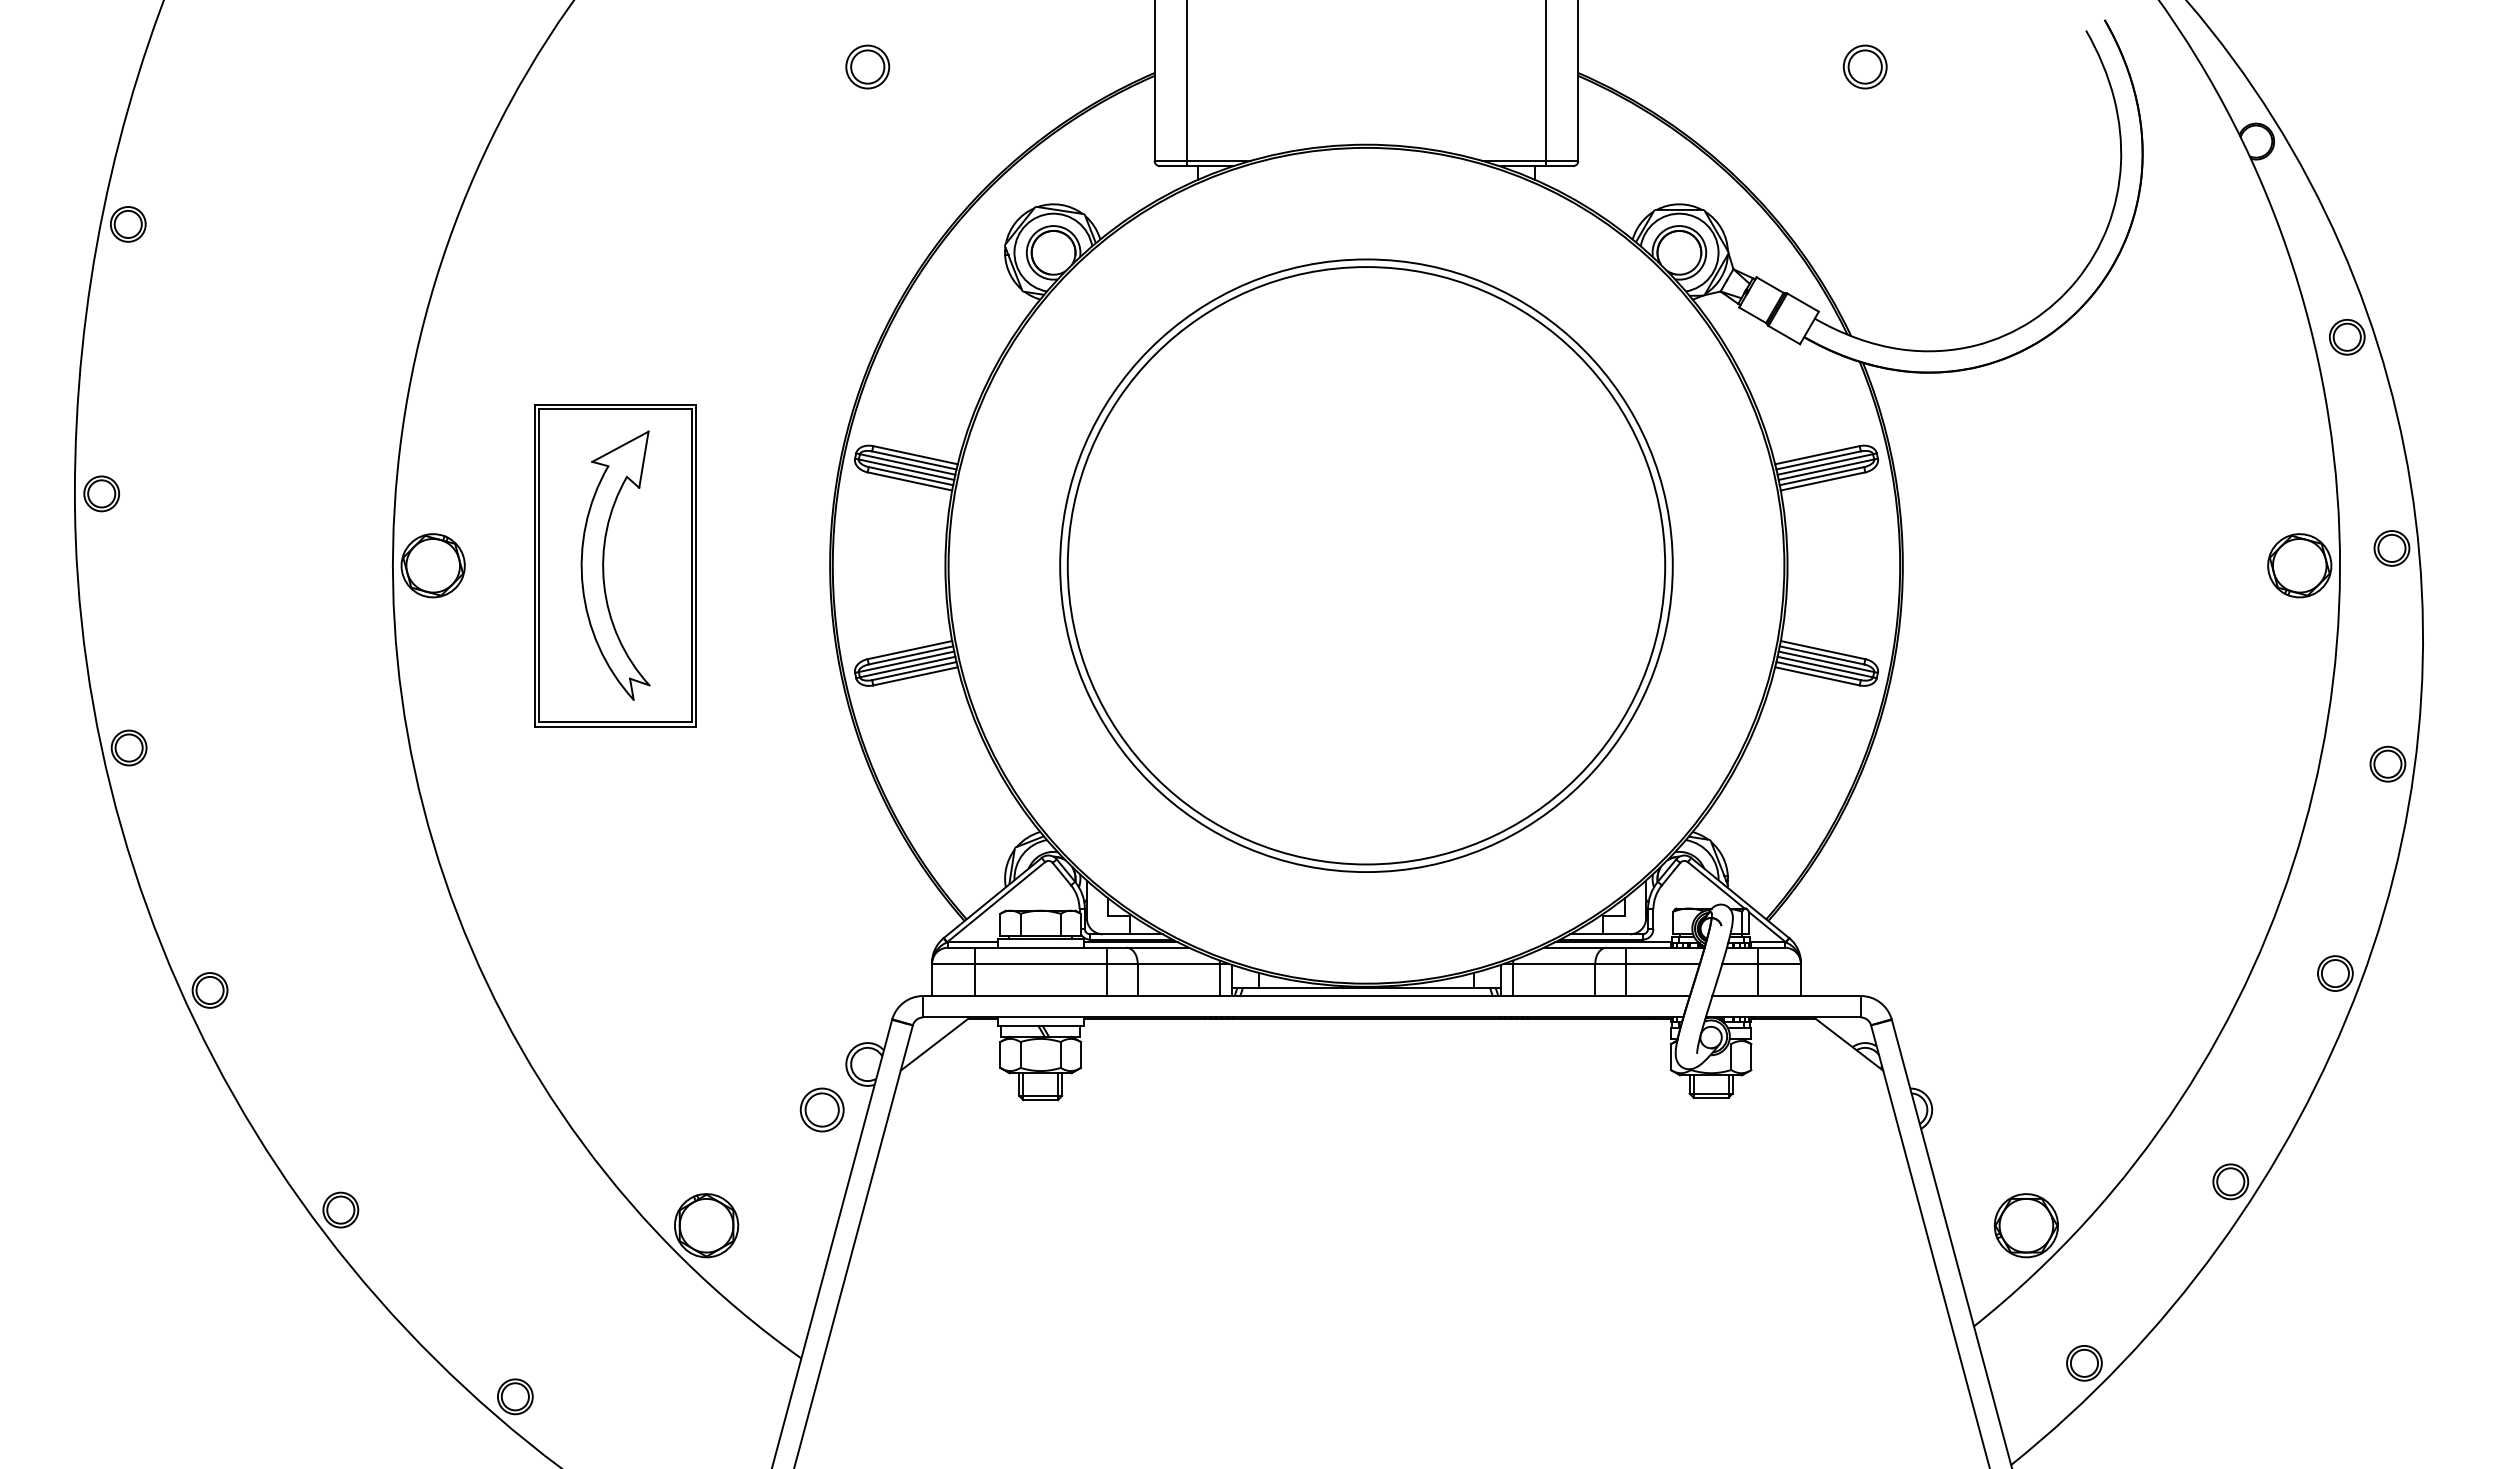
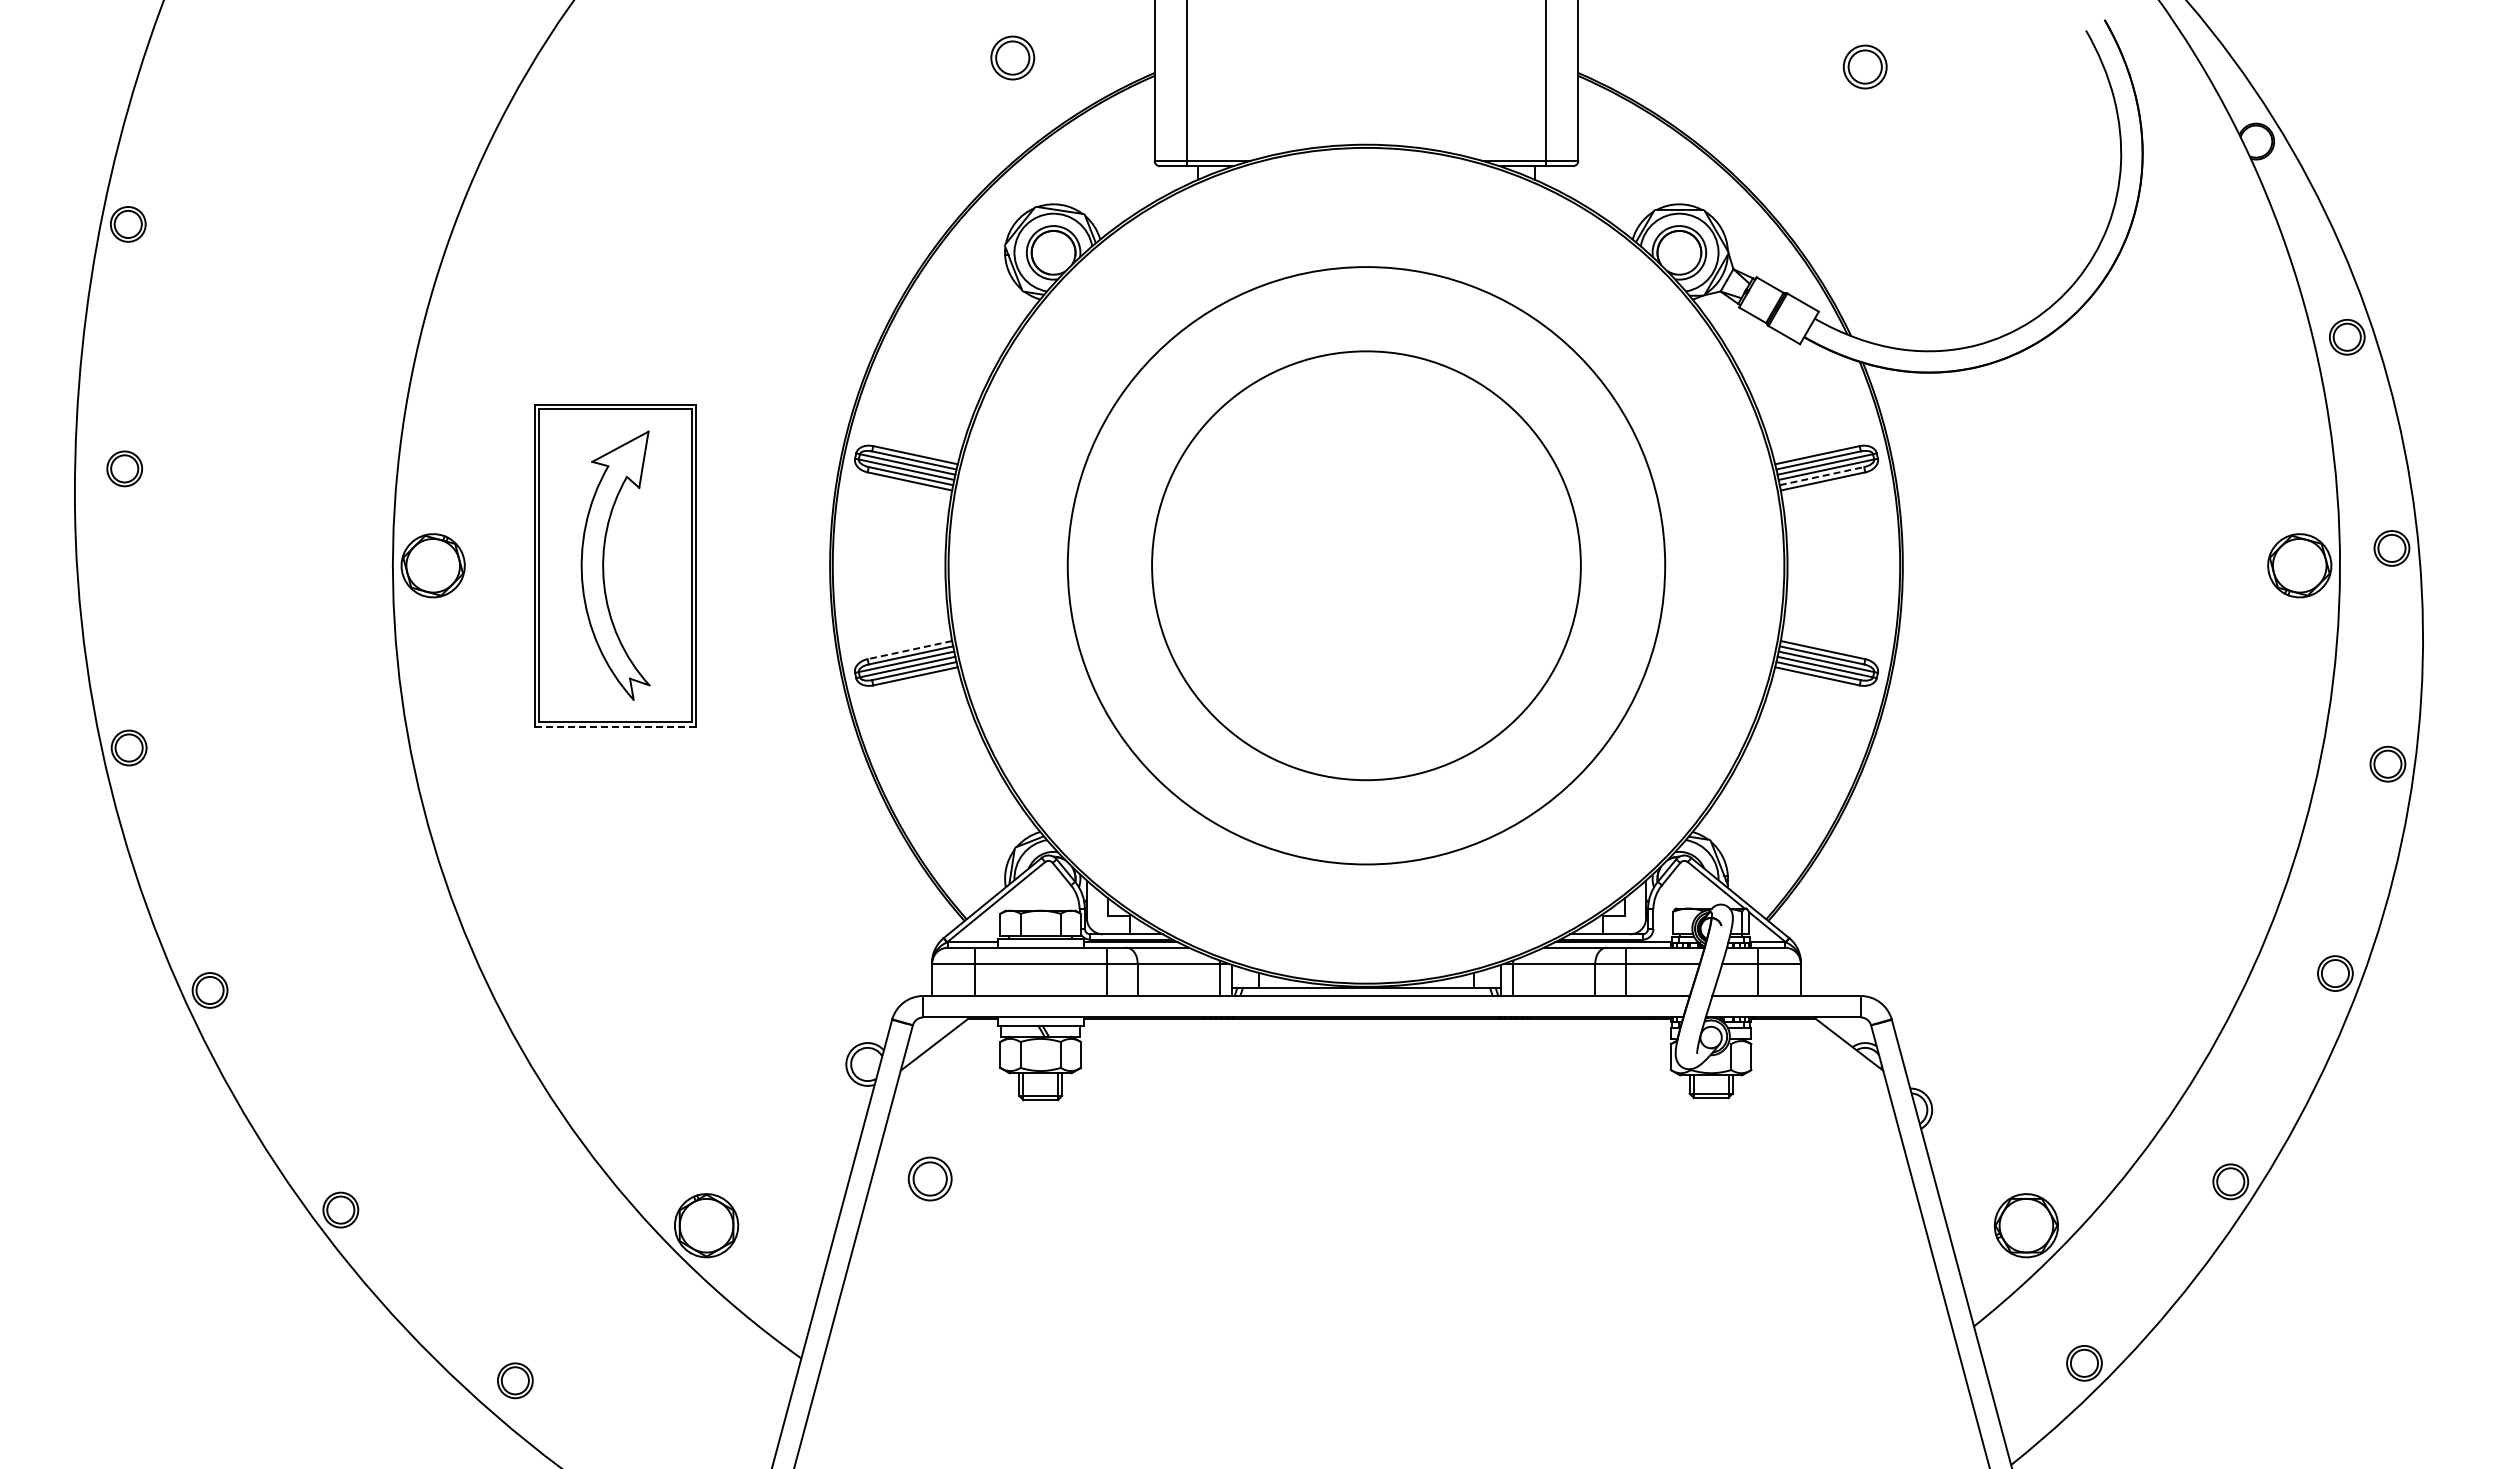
part at (867, 66) position: (867, 66) -> (1012, 57)
line at (1822, 476): solid -> dashed
part at (101, 493) position: (101, 493) -> (124, 468)
circle at (1366, 565) diameter: 613 px -> 429 px
line at (909, 650): solid -> dashed
line at (616, 726): solid -> dashed
part at (821, 1109) position: (821, 1109) -> (929, 1178)
part at (515, 1396) position: (515, 1396) -> (515, 1380)
